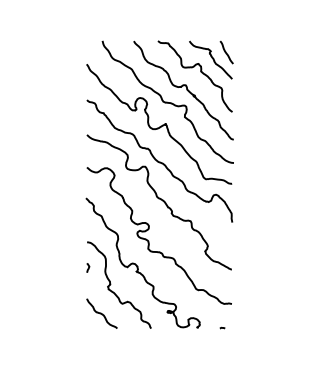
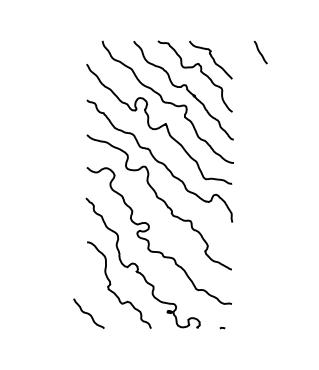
line at (226, 52) position: (226, 52) -> (260, 52)
curve at (88, 267): present -> none
curve at (101, 313) position: (101, 313) -> (88, 313)
